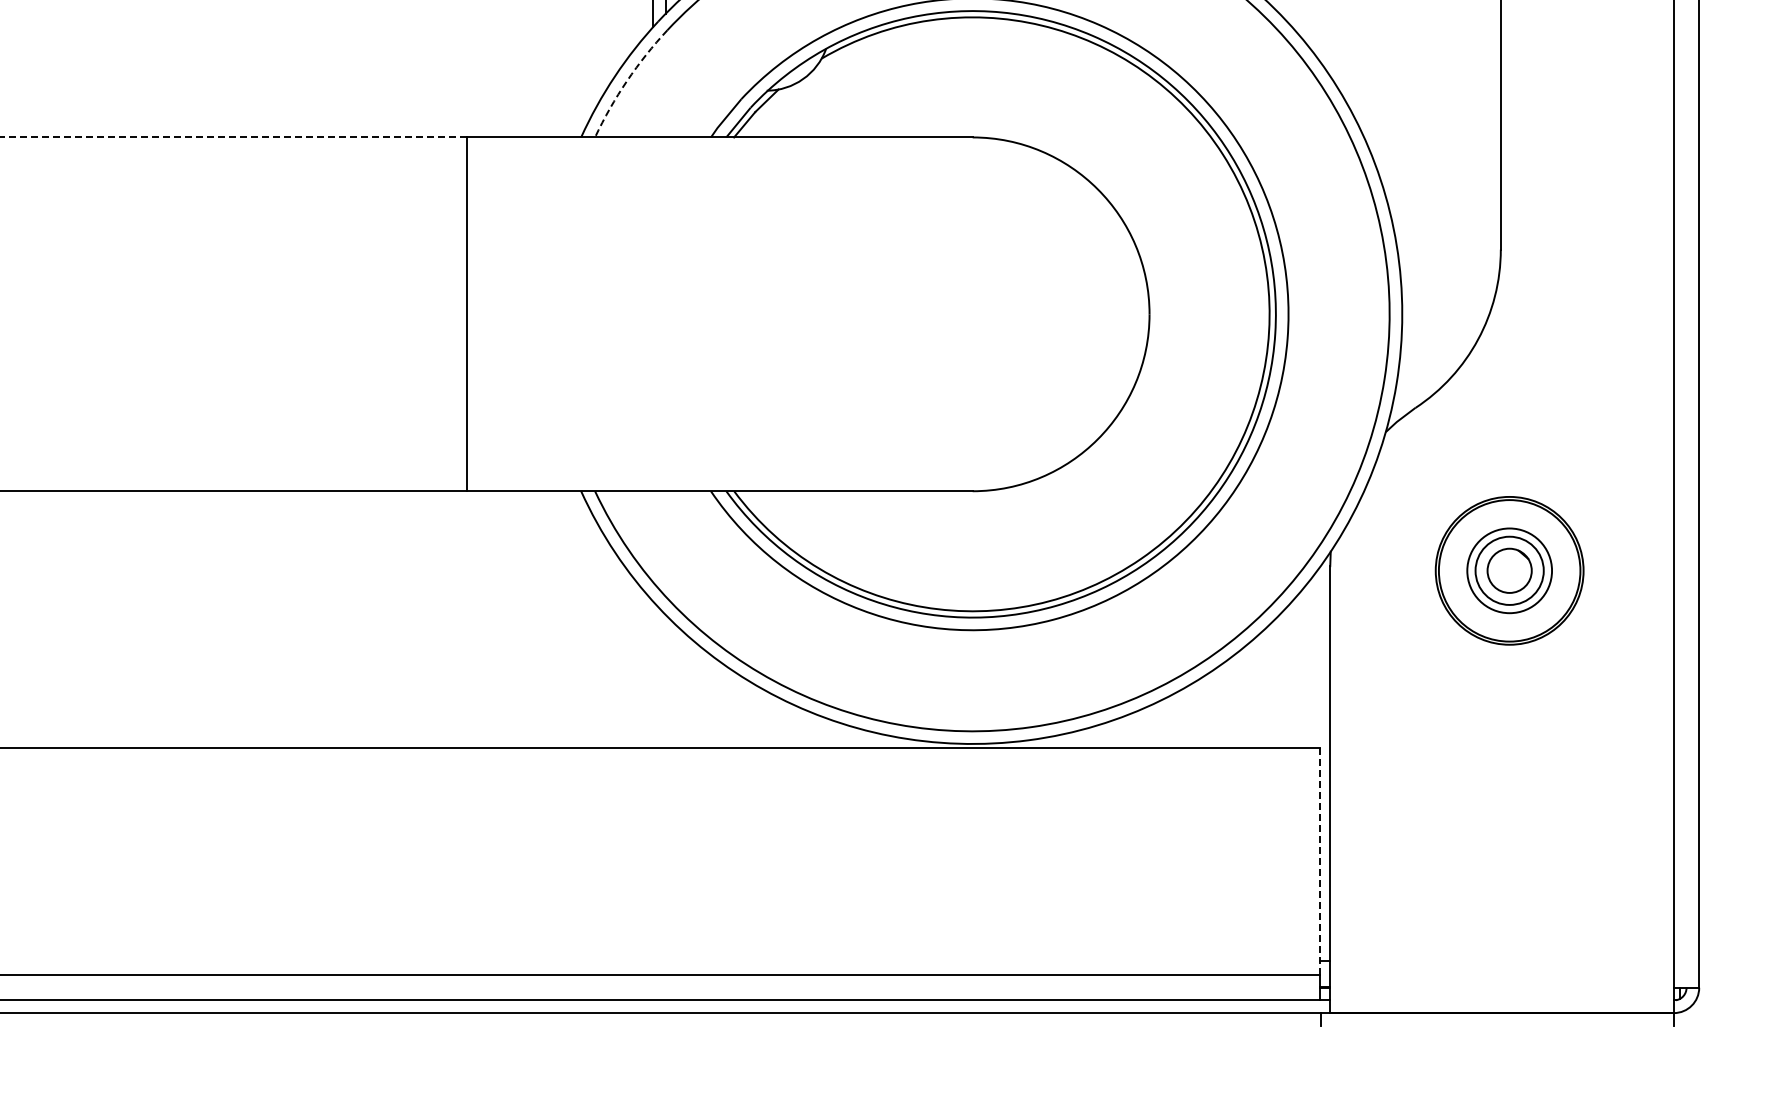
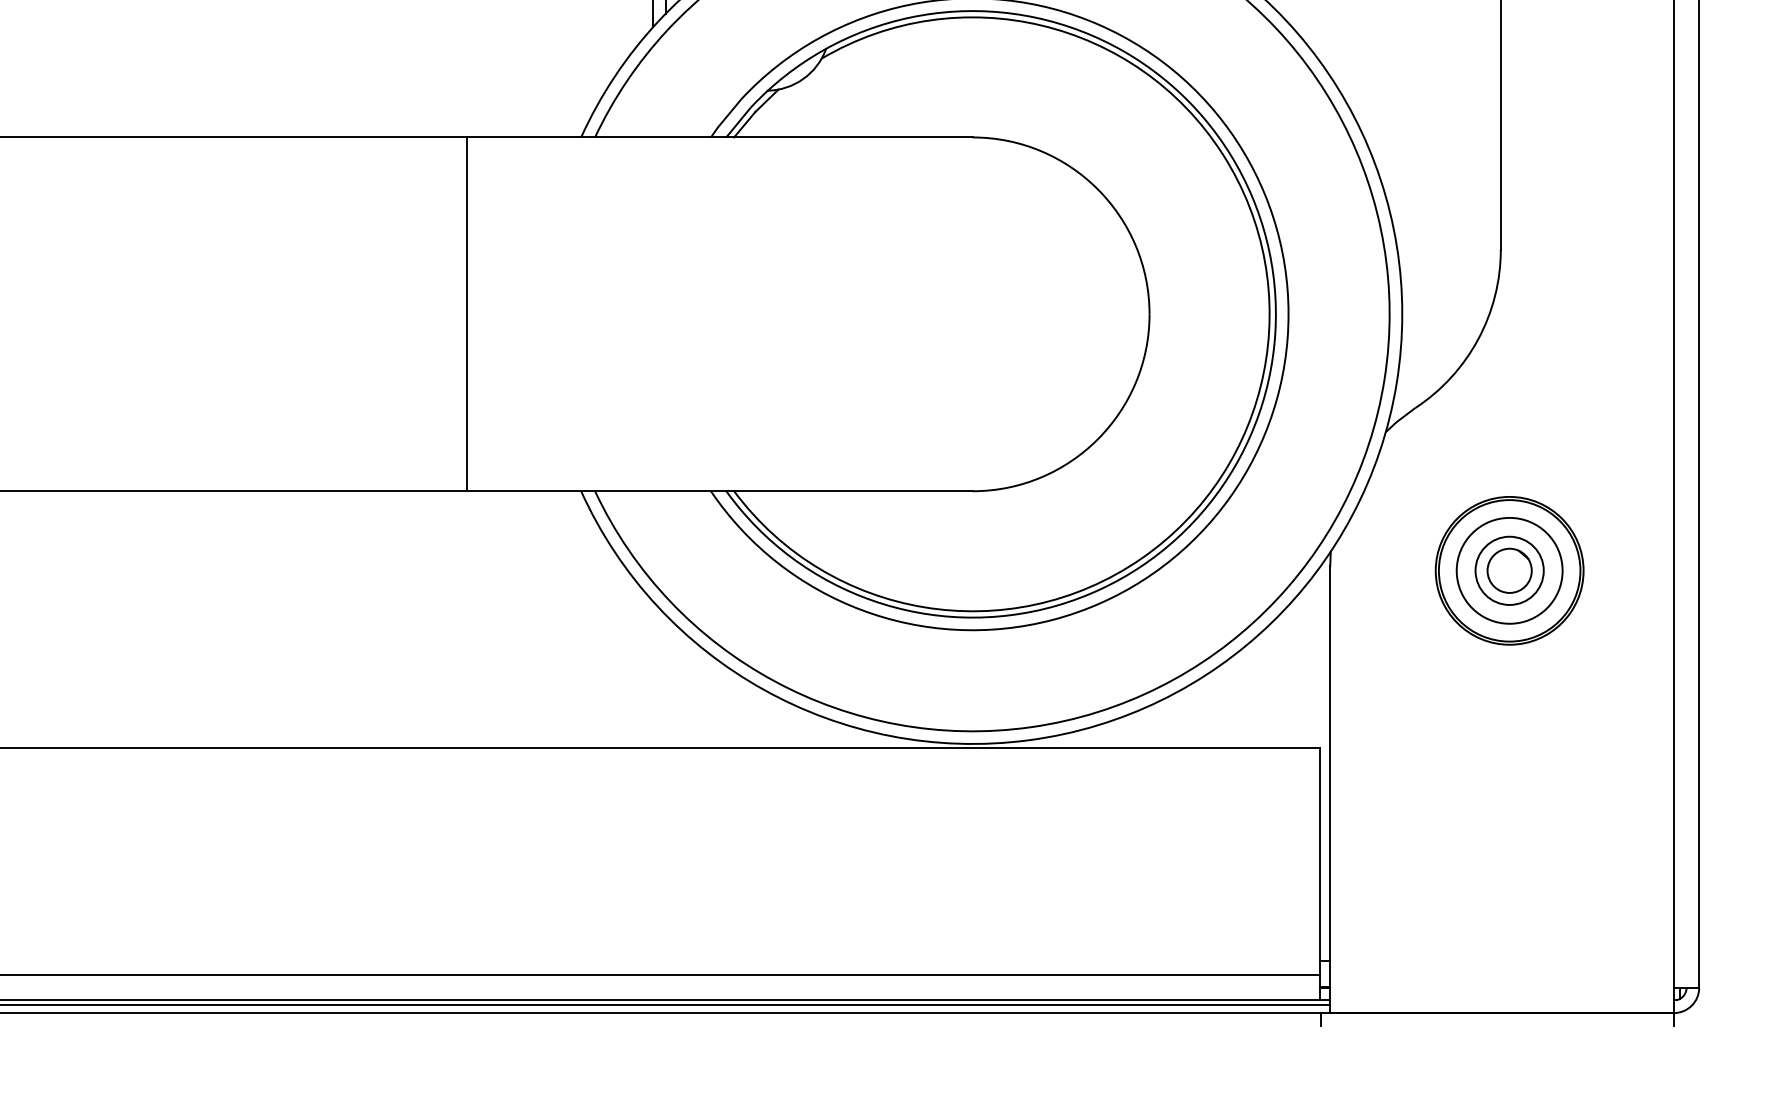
arc at (627, 81): dashed -> solid
line at (233, 137): dashed -> solid
circle at (1509, 570) diameter: 85 px -> 106 px
line at (1320, 861): dashed -> solid
line at (666, 1004): none -> present
